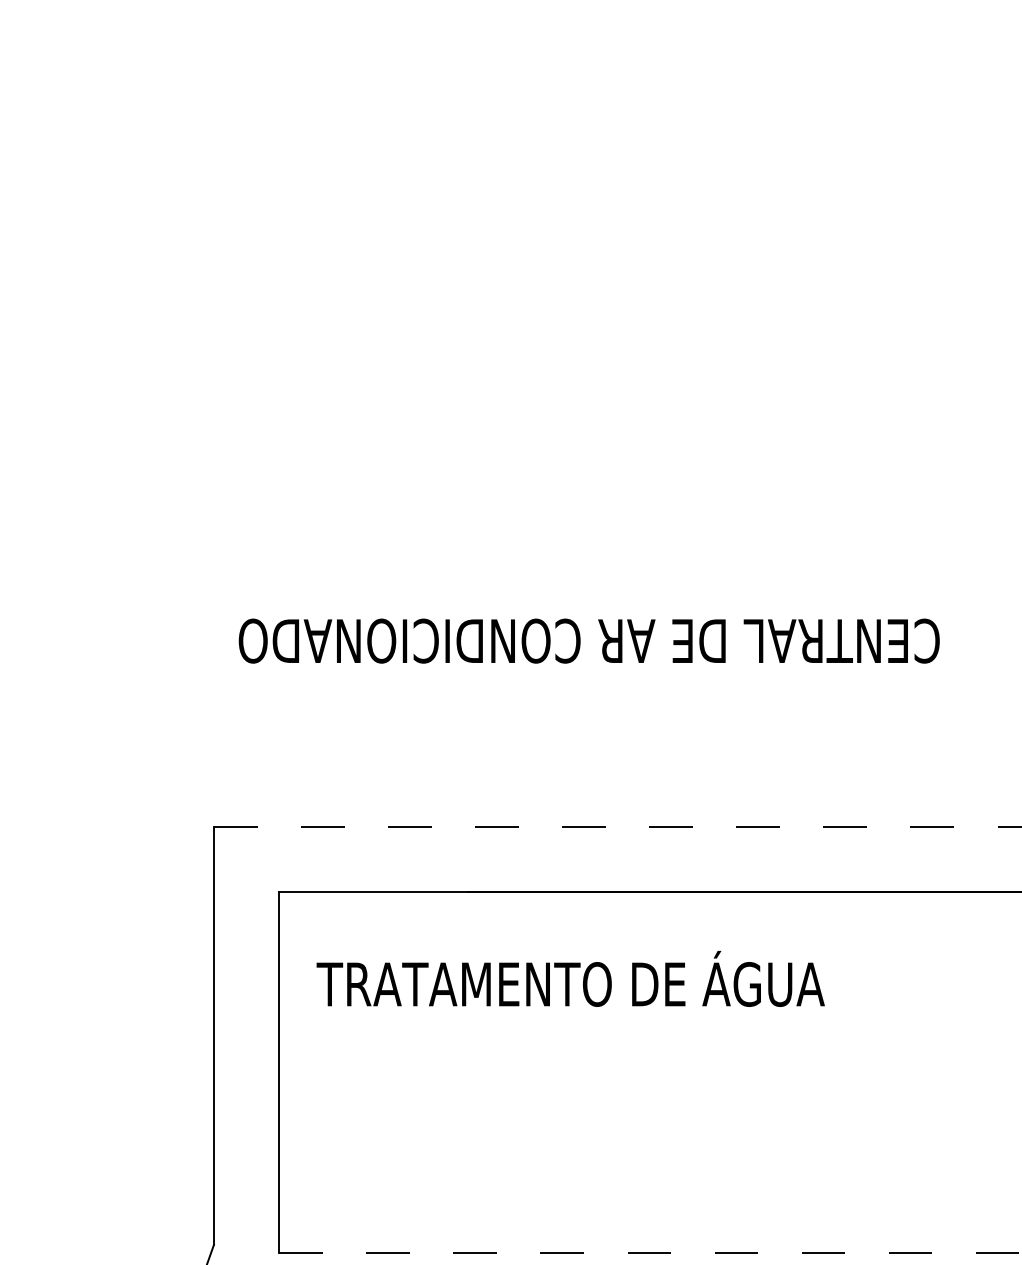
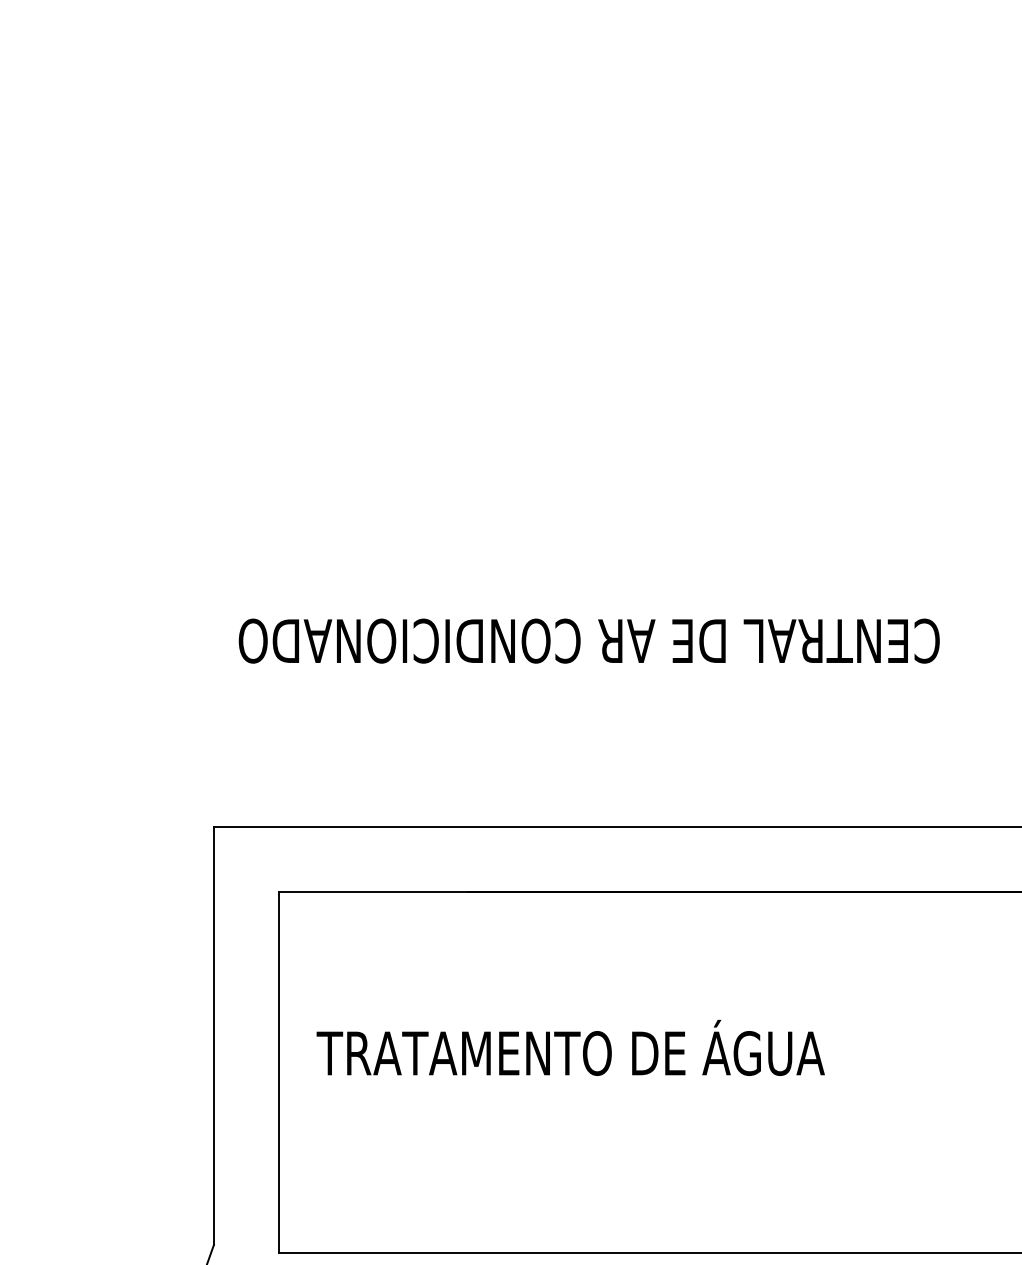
line at (617, 826): dashed -> solid
text at (570, 978) position: (570, 978) -> (570, 1047)
line at (651, 1253): dashed -> solid
